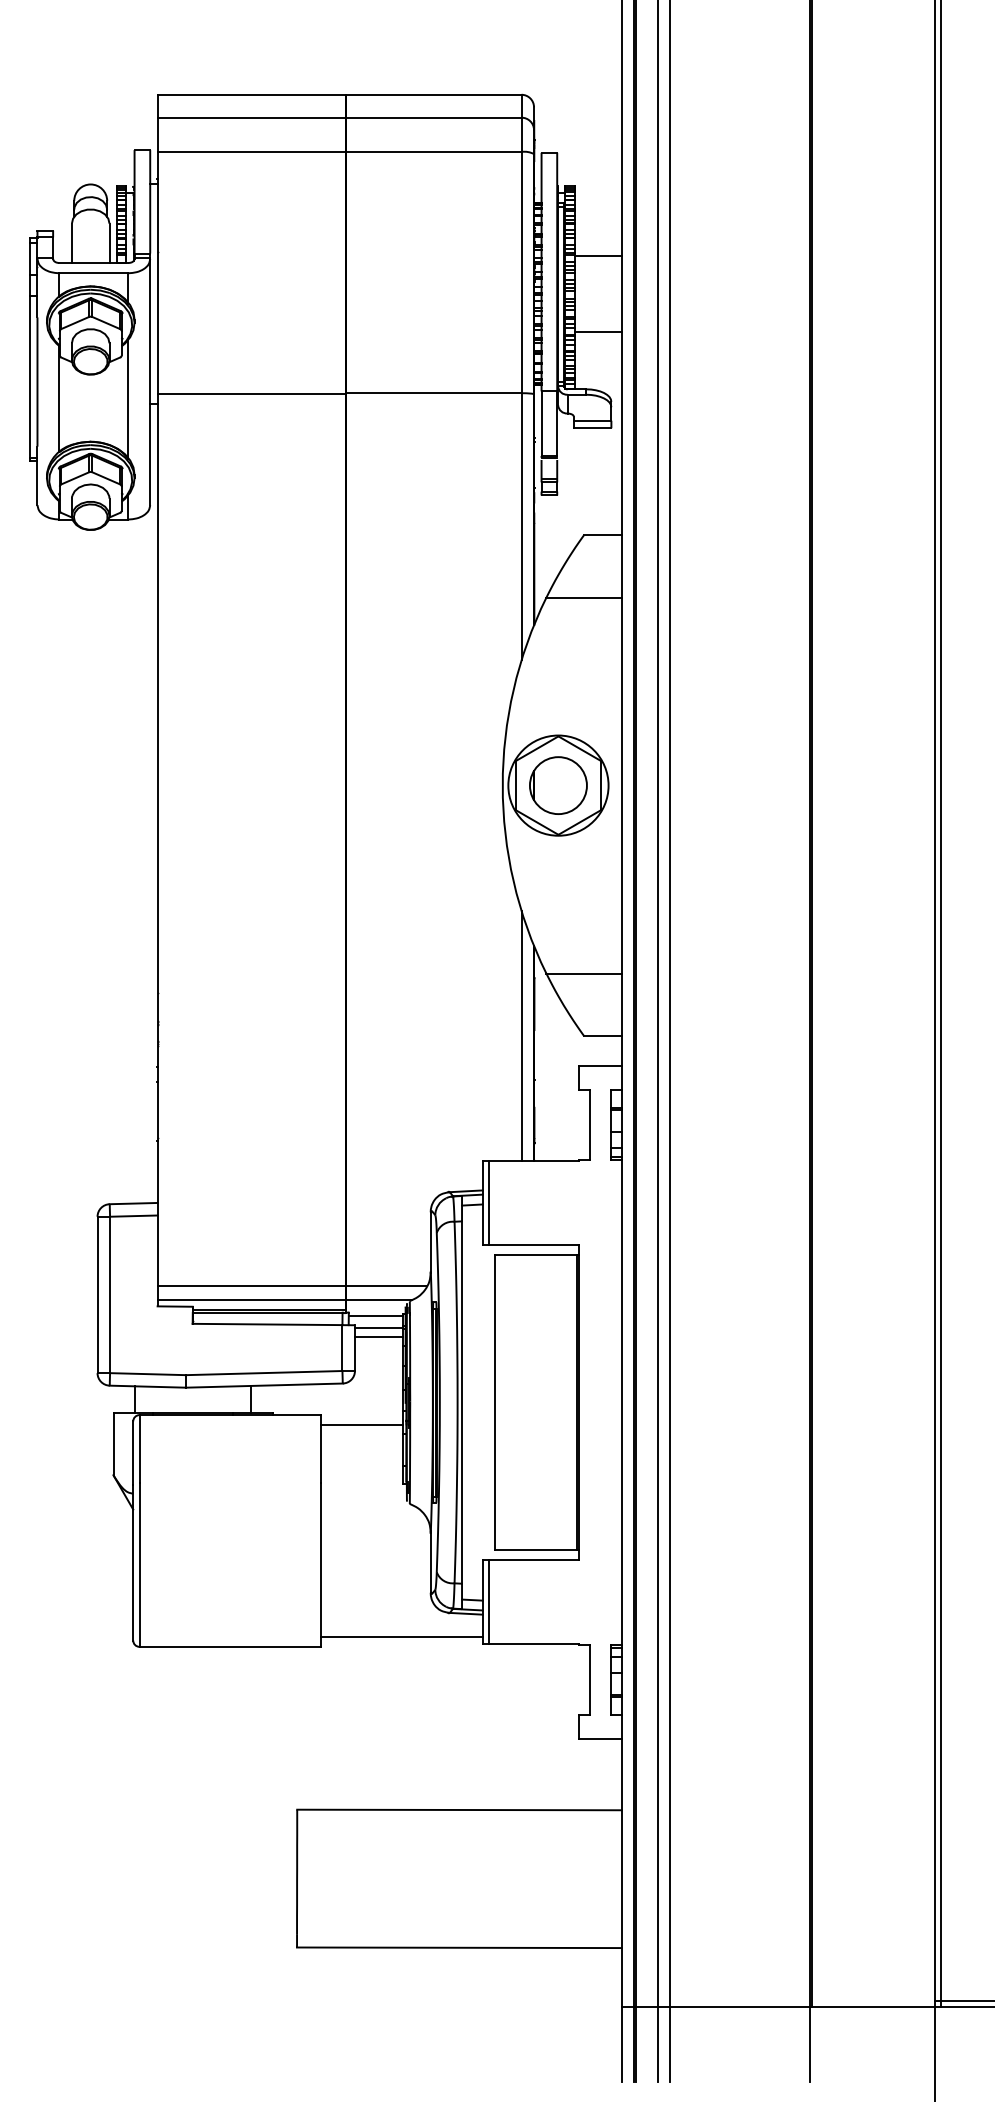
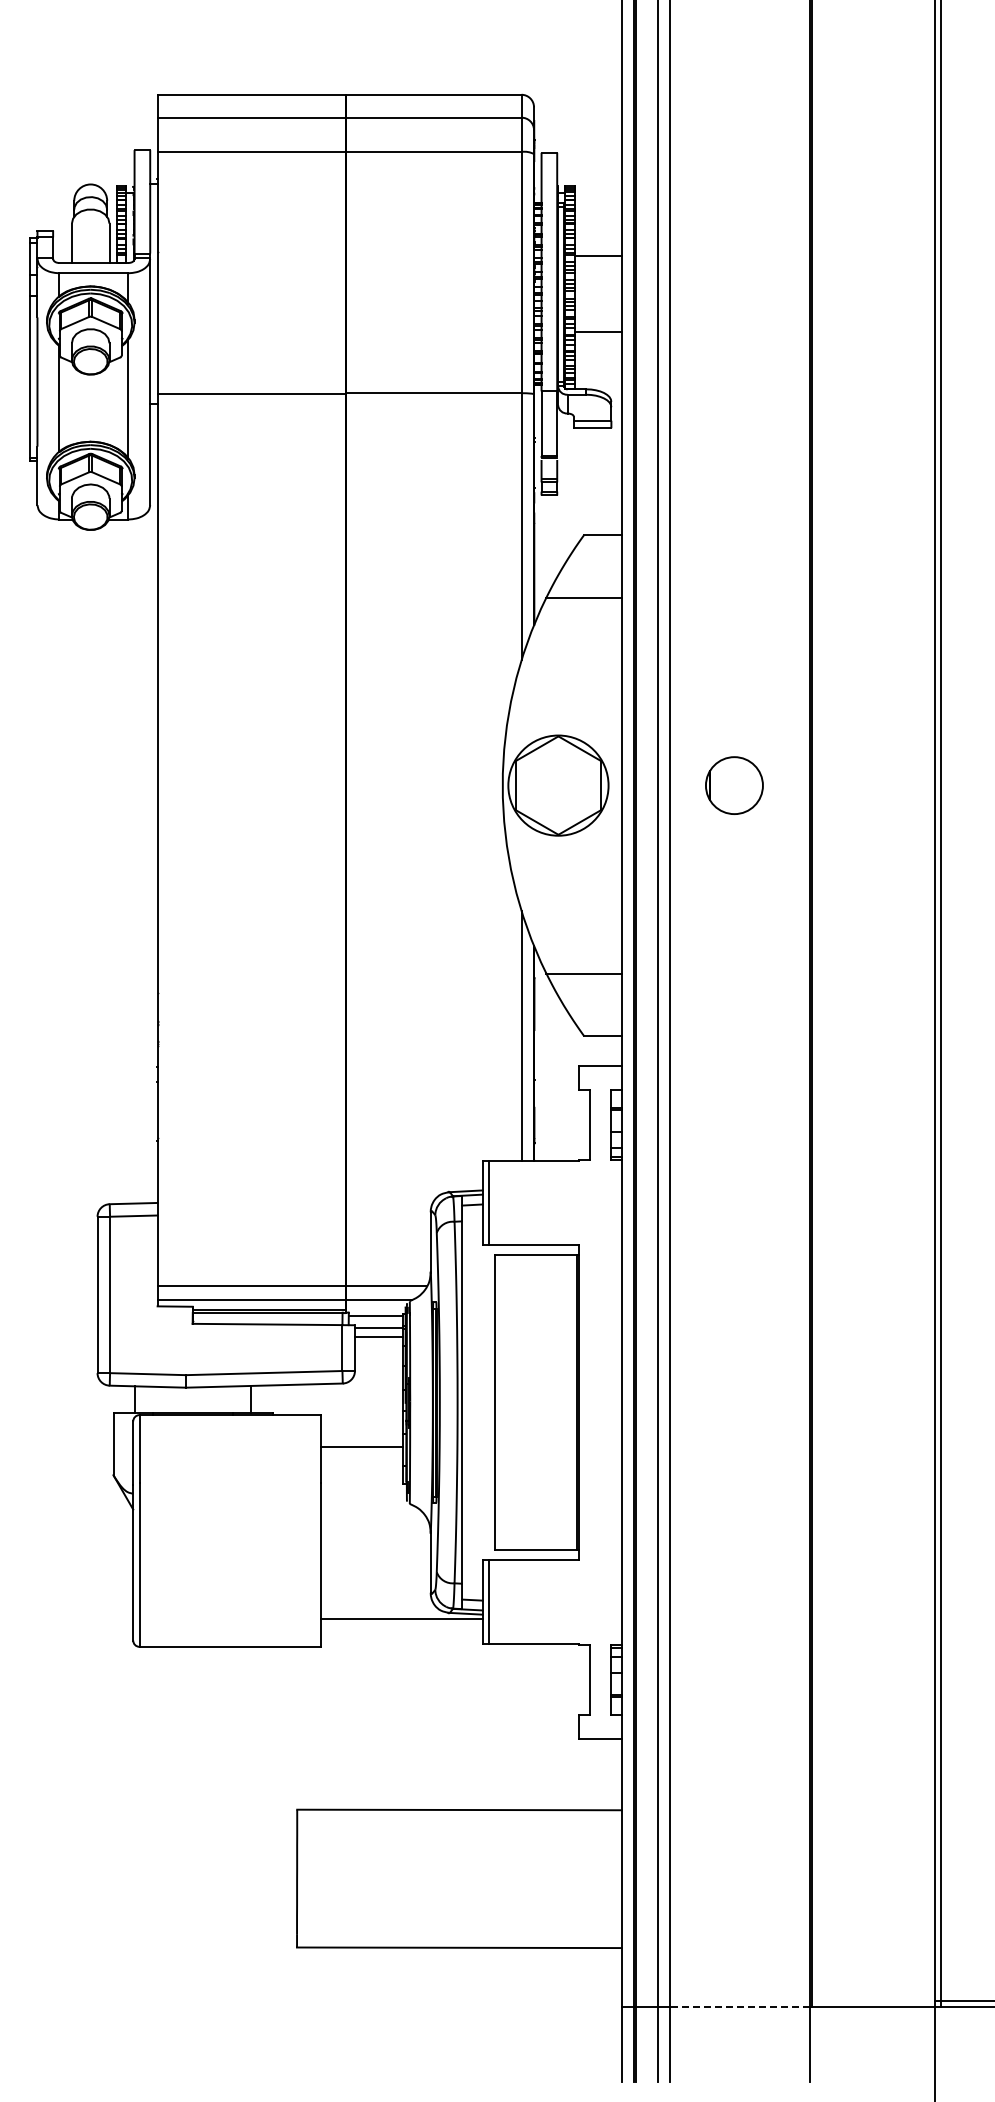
part at (558, 785) position: (558, 785) -> (734, 785)
line at (362, 1424) position: (362, 1424) -> (362, 1446)
line at (401, 1637) position: (401, 1637) -> (401, 1619)
line at (739, 2007): solid -> dashed
